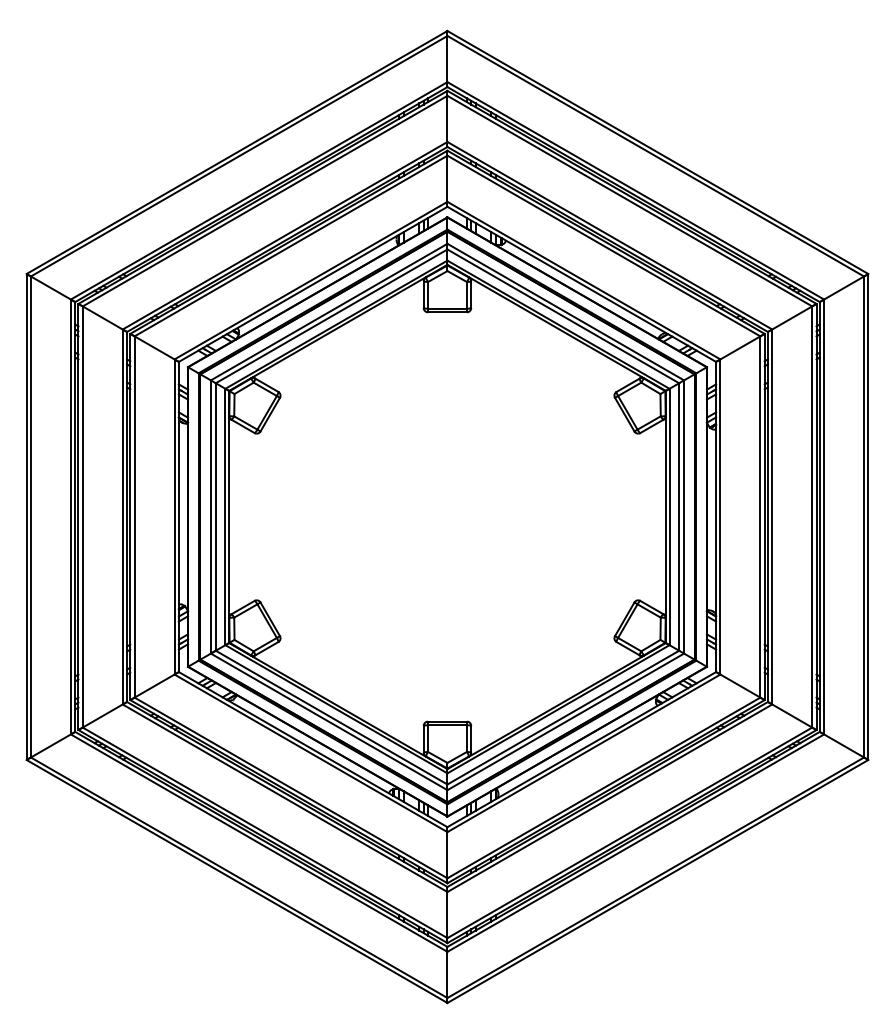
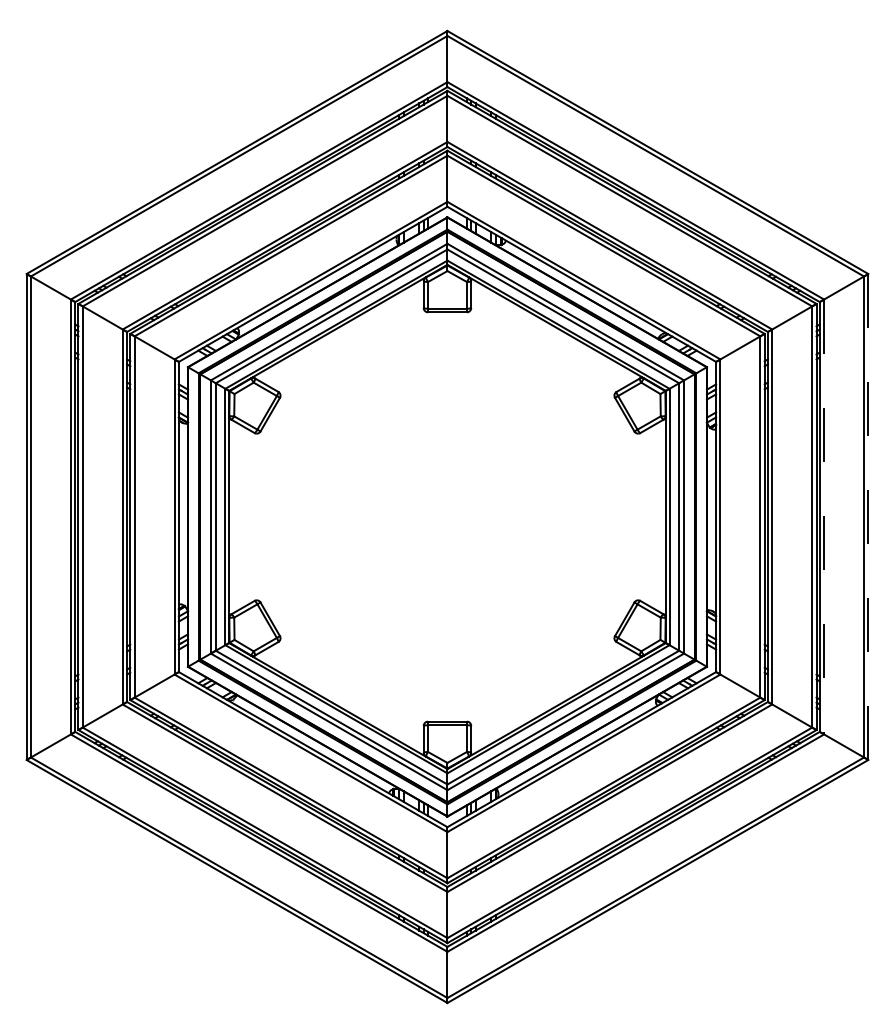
line at (824, 517): solid -> dashed
line at (868, 517): solid -> dashed
